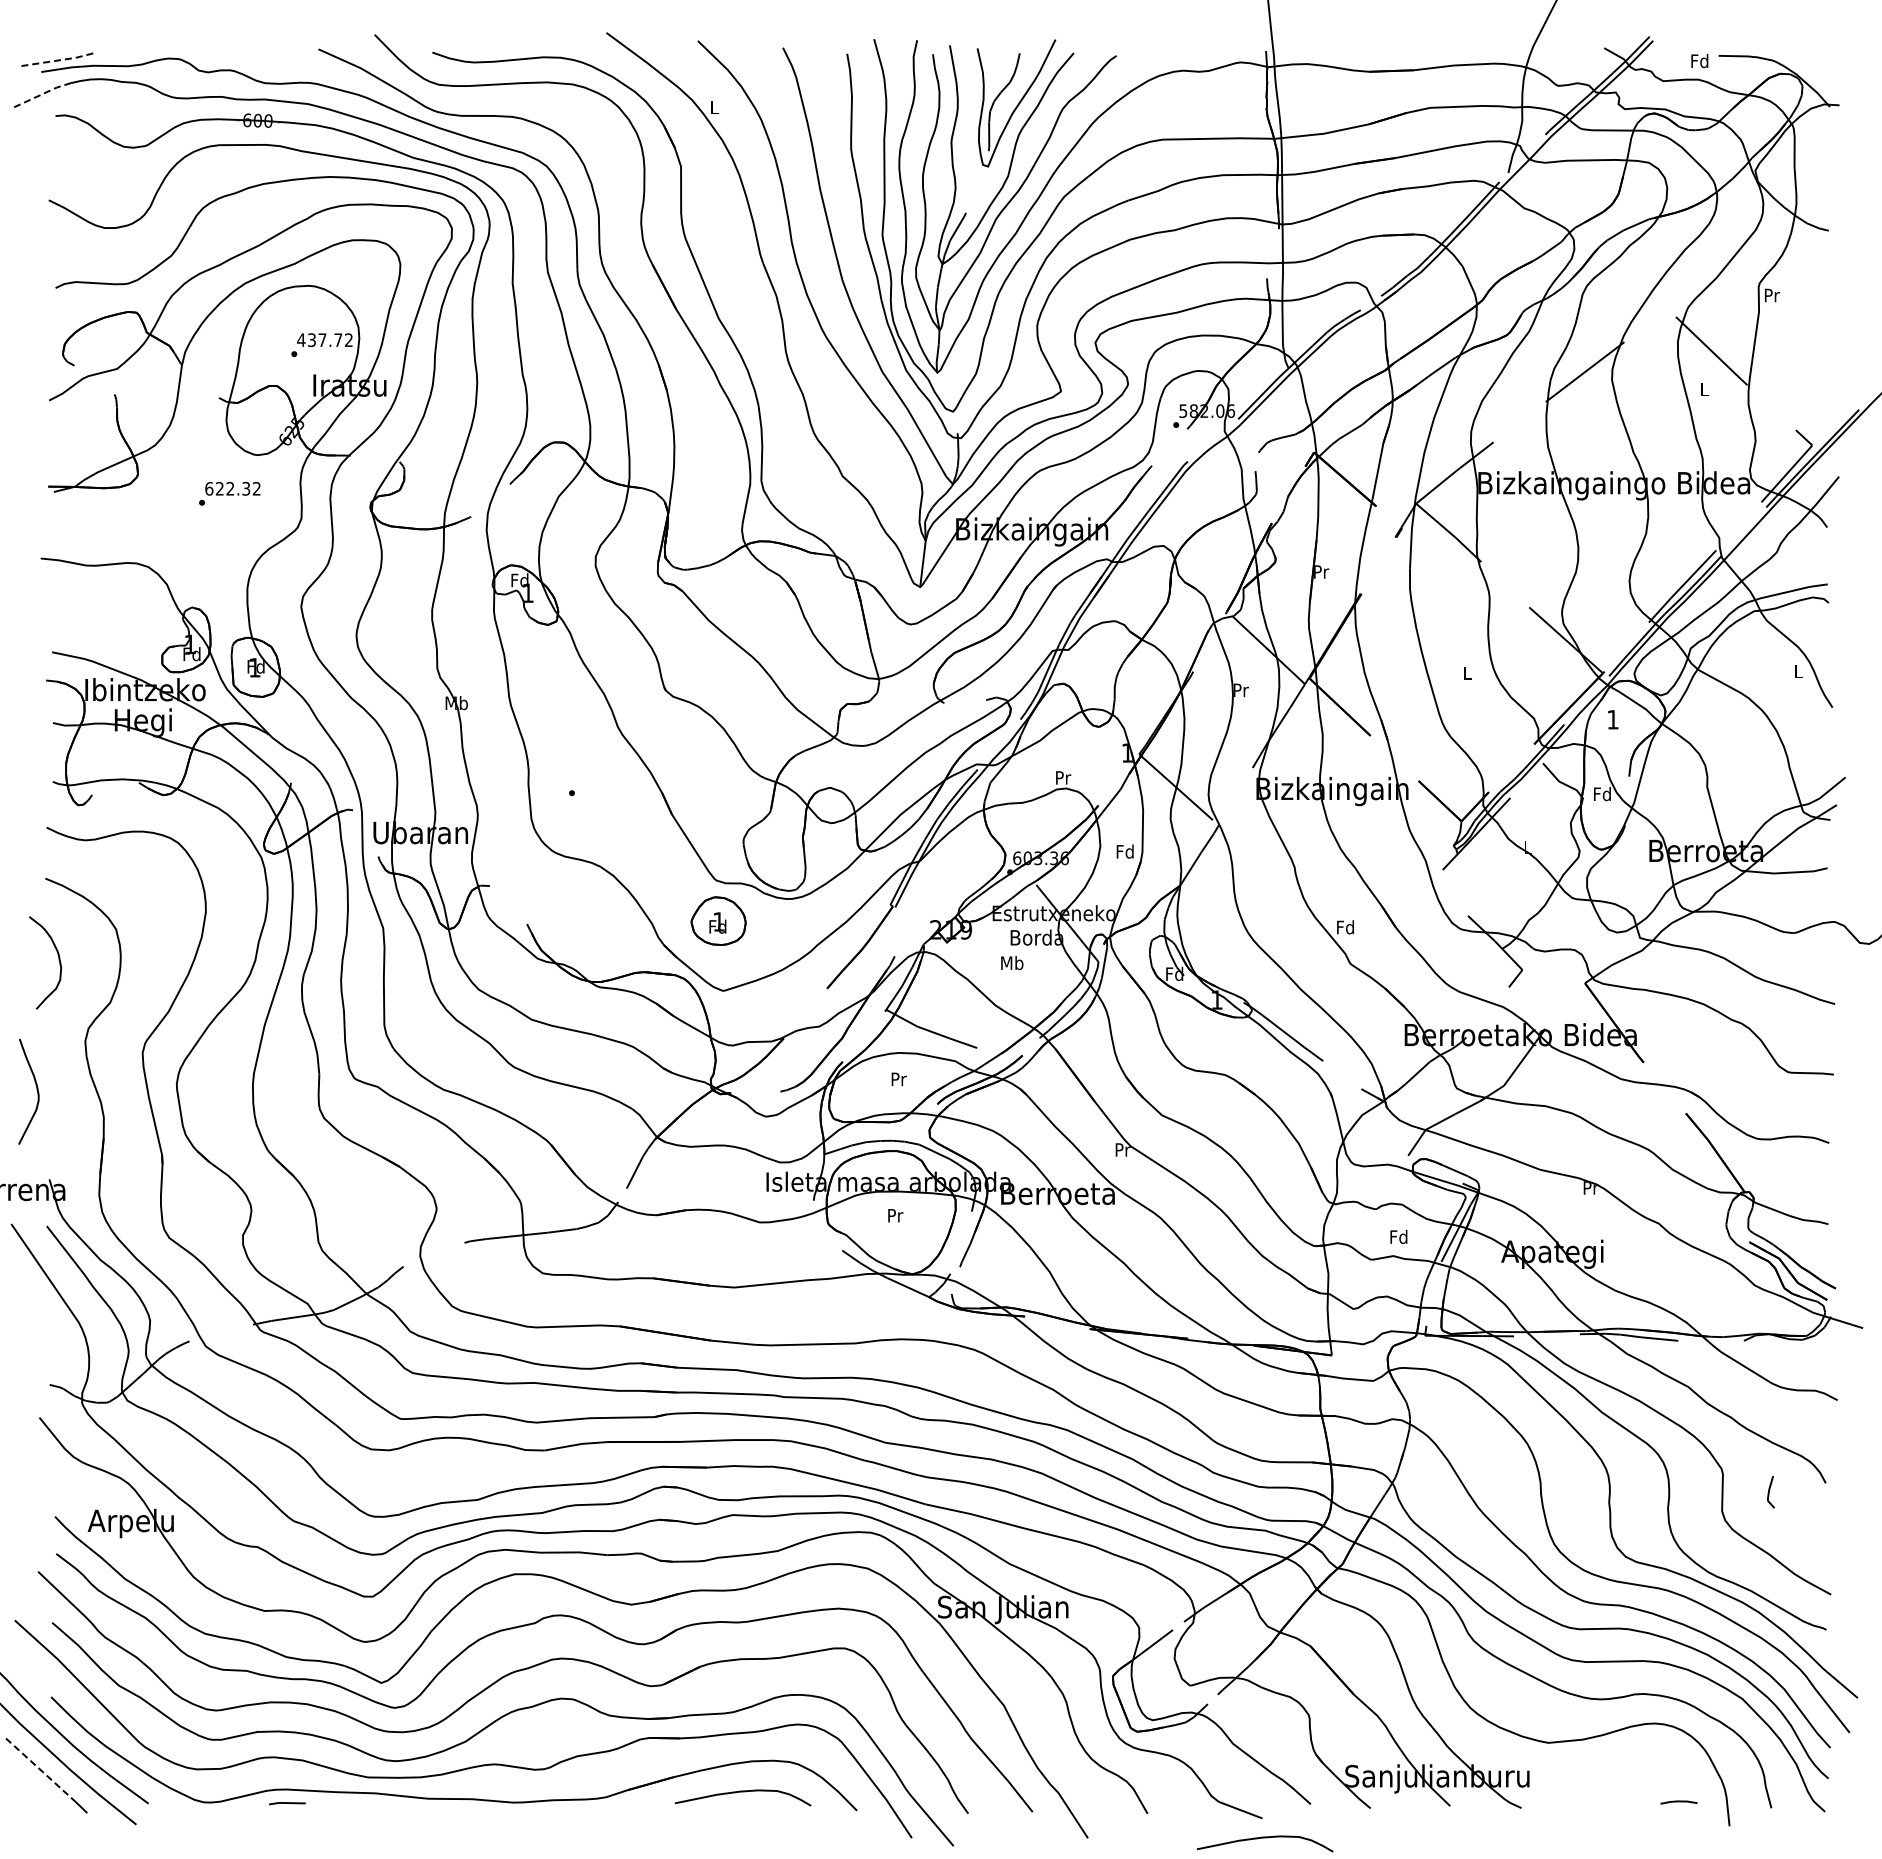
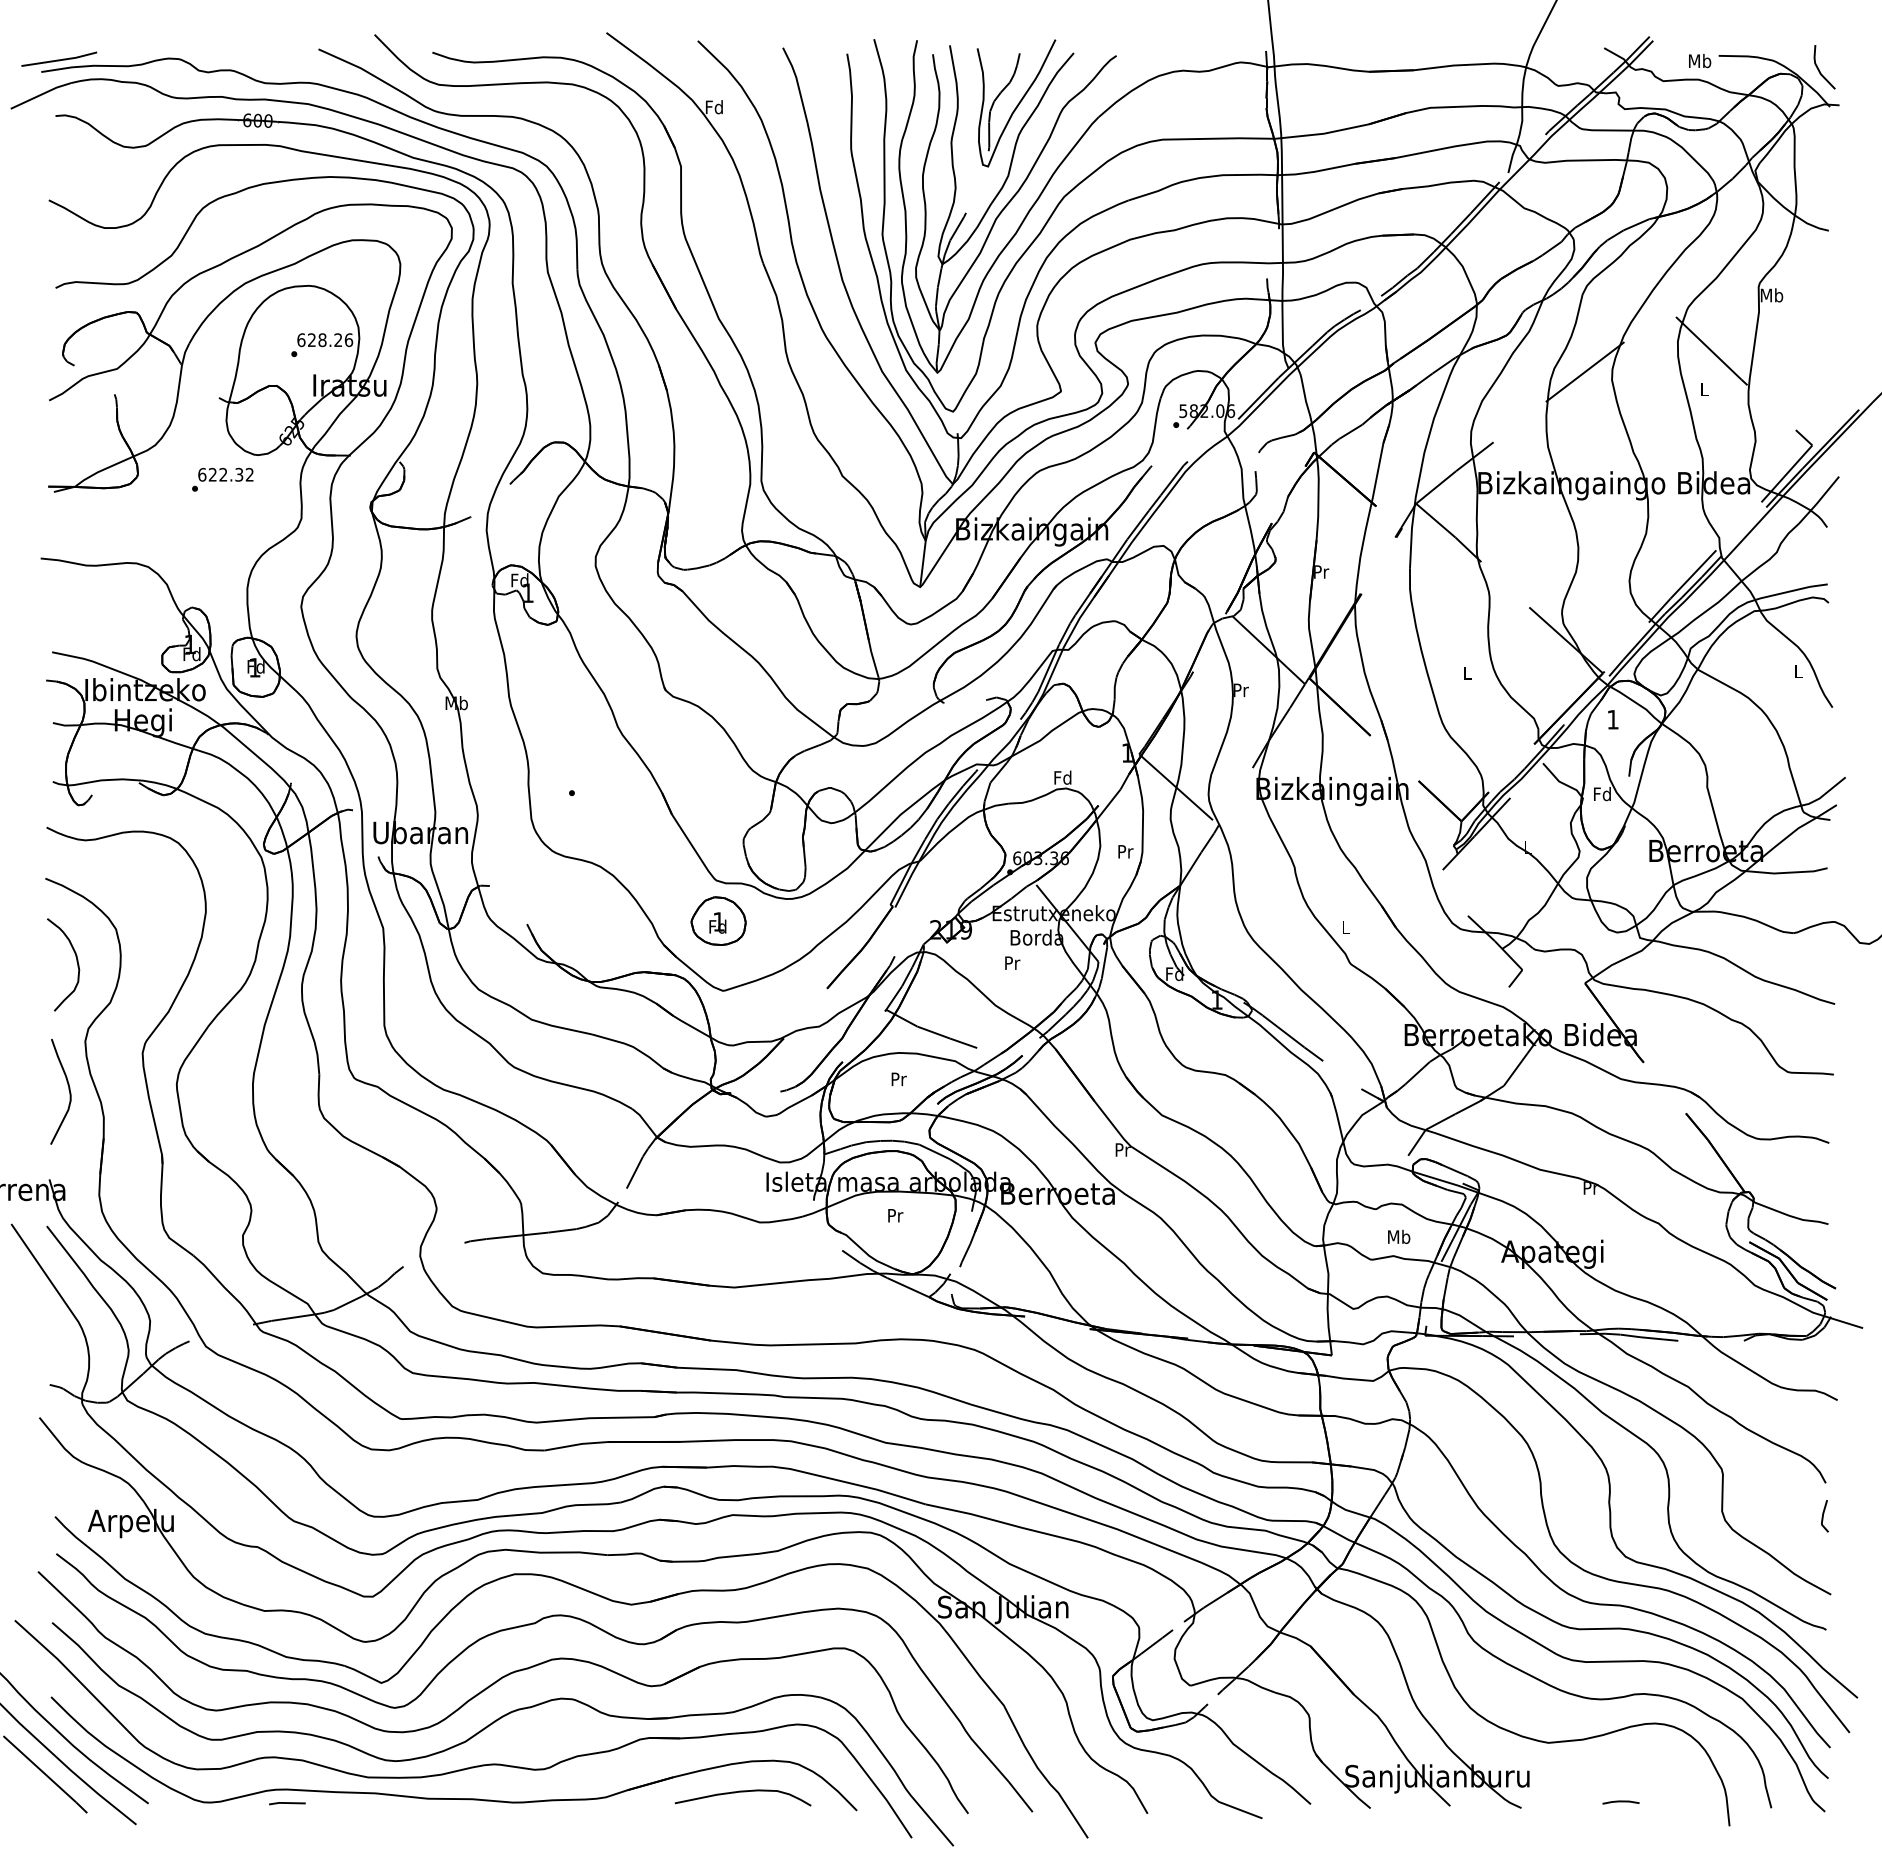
line at (60, 60): dashed -> solid
text at (1700, 60): Fd -> Mb
line at (1819, 69): none -> present
line at (41, 94): dashed -> solid
text at (714, 107): L -> Fd
text at (1771, 295): Pr -> Mb
text at (325, 340): 437.72 -> 628.26
text at (229, 493) position: (229, 493) -> (222, 479)
text at (1062, 777): Pr -> Fd
text at (1124, 851): Fd -> Pr
text at (1345, 927): Fd -> L
curve at (58, 960) position: (58, 960) -> (76, 962)
text at (1012, 963): Mb -> Pr
curve at (36, 1090) position: (36, 1090) -> (68, 1090)
text at (1399, 1236): Fd -> Mb
line at (1769, 1492) position: (1769, 1492) -> (1823, 1516)
line at (39, 1768): dashed -> solid
line at (1678, 1802) position: (1678, 1802) -> (1620, 1802)
curve at (1264, 1838): present -> none
